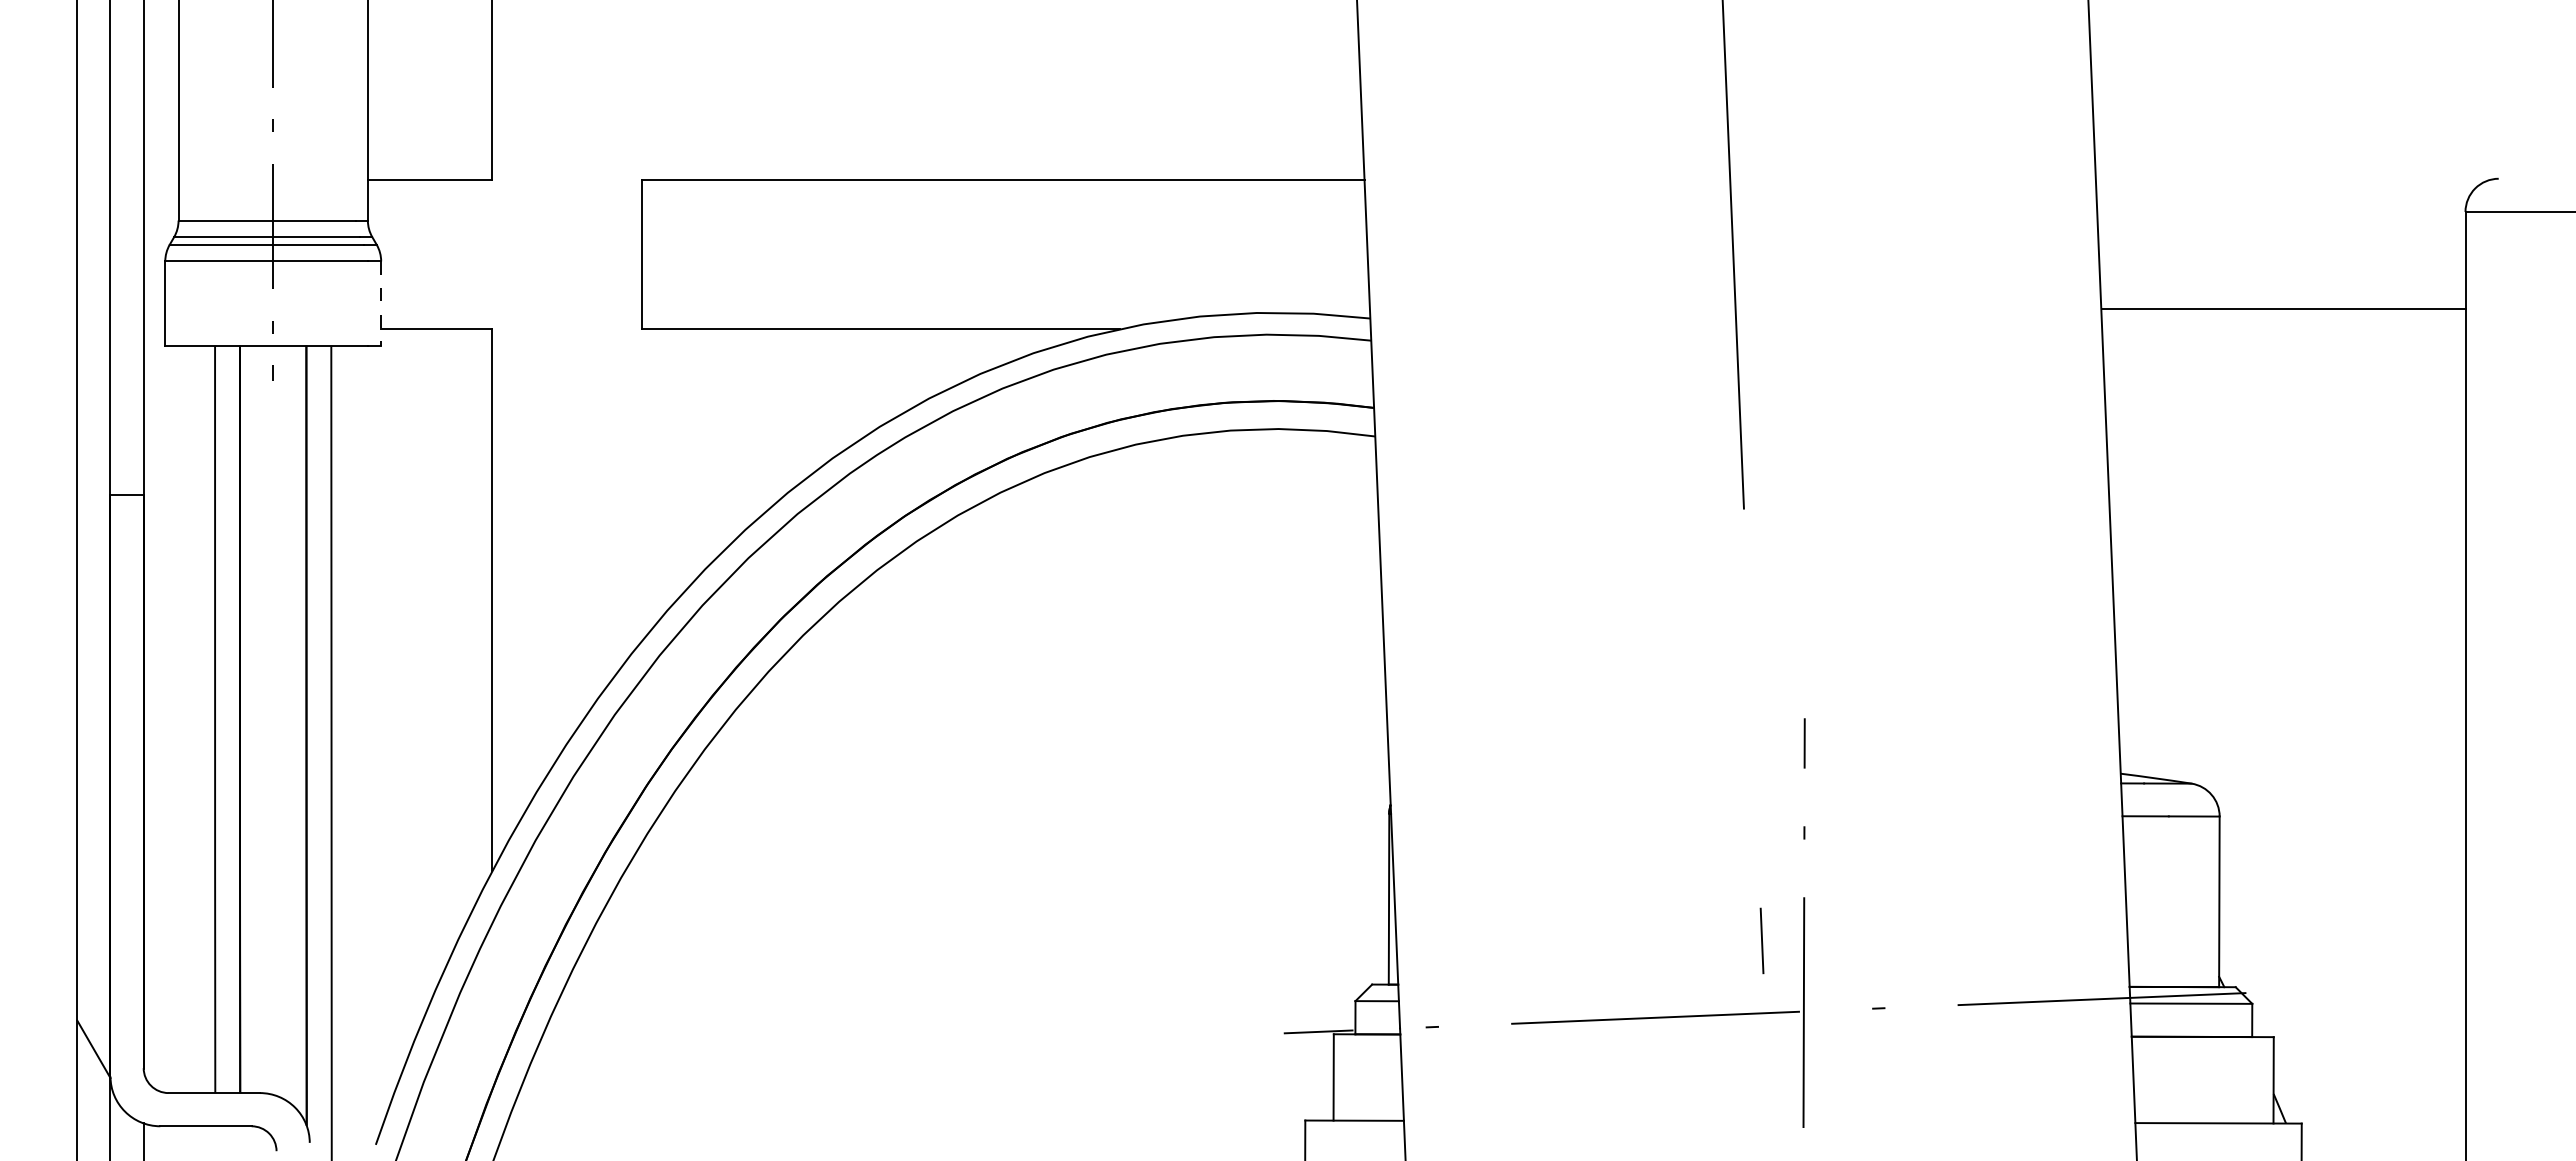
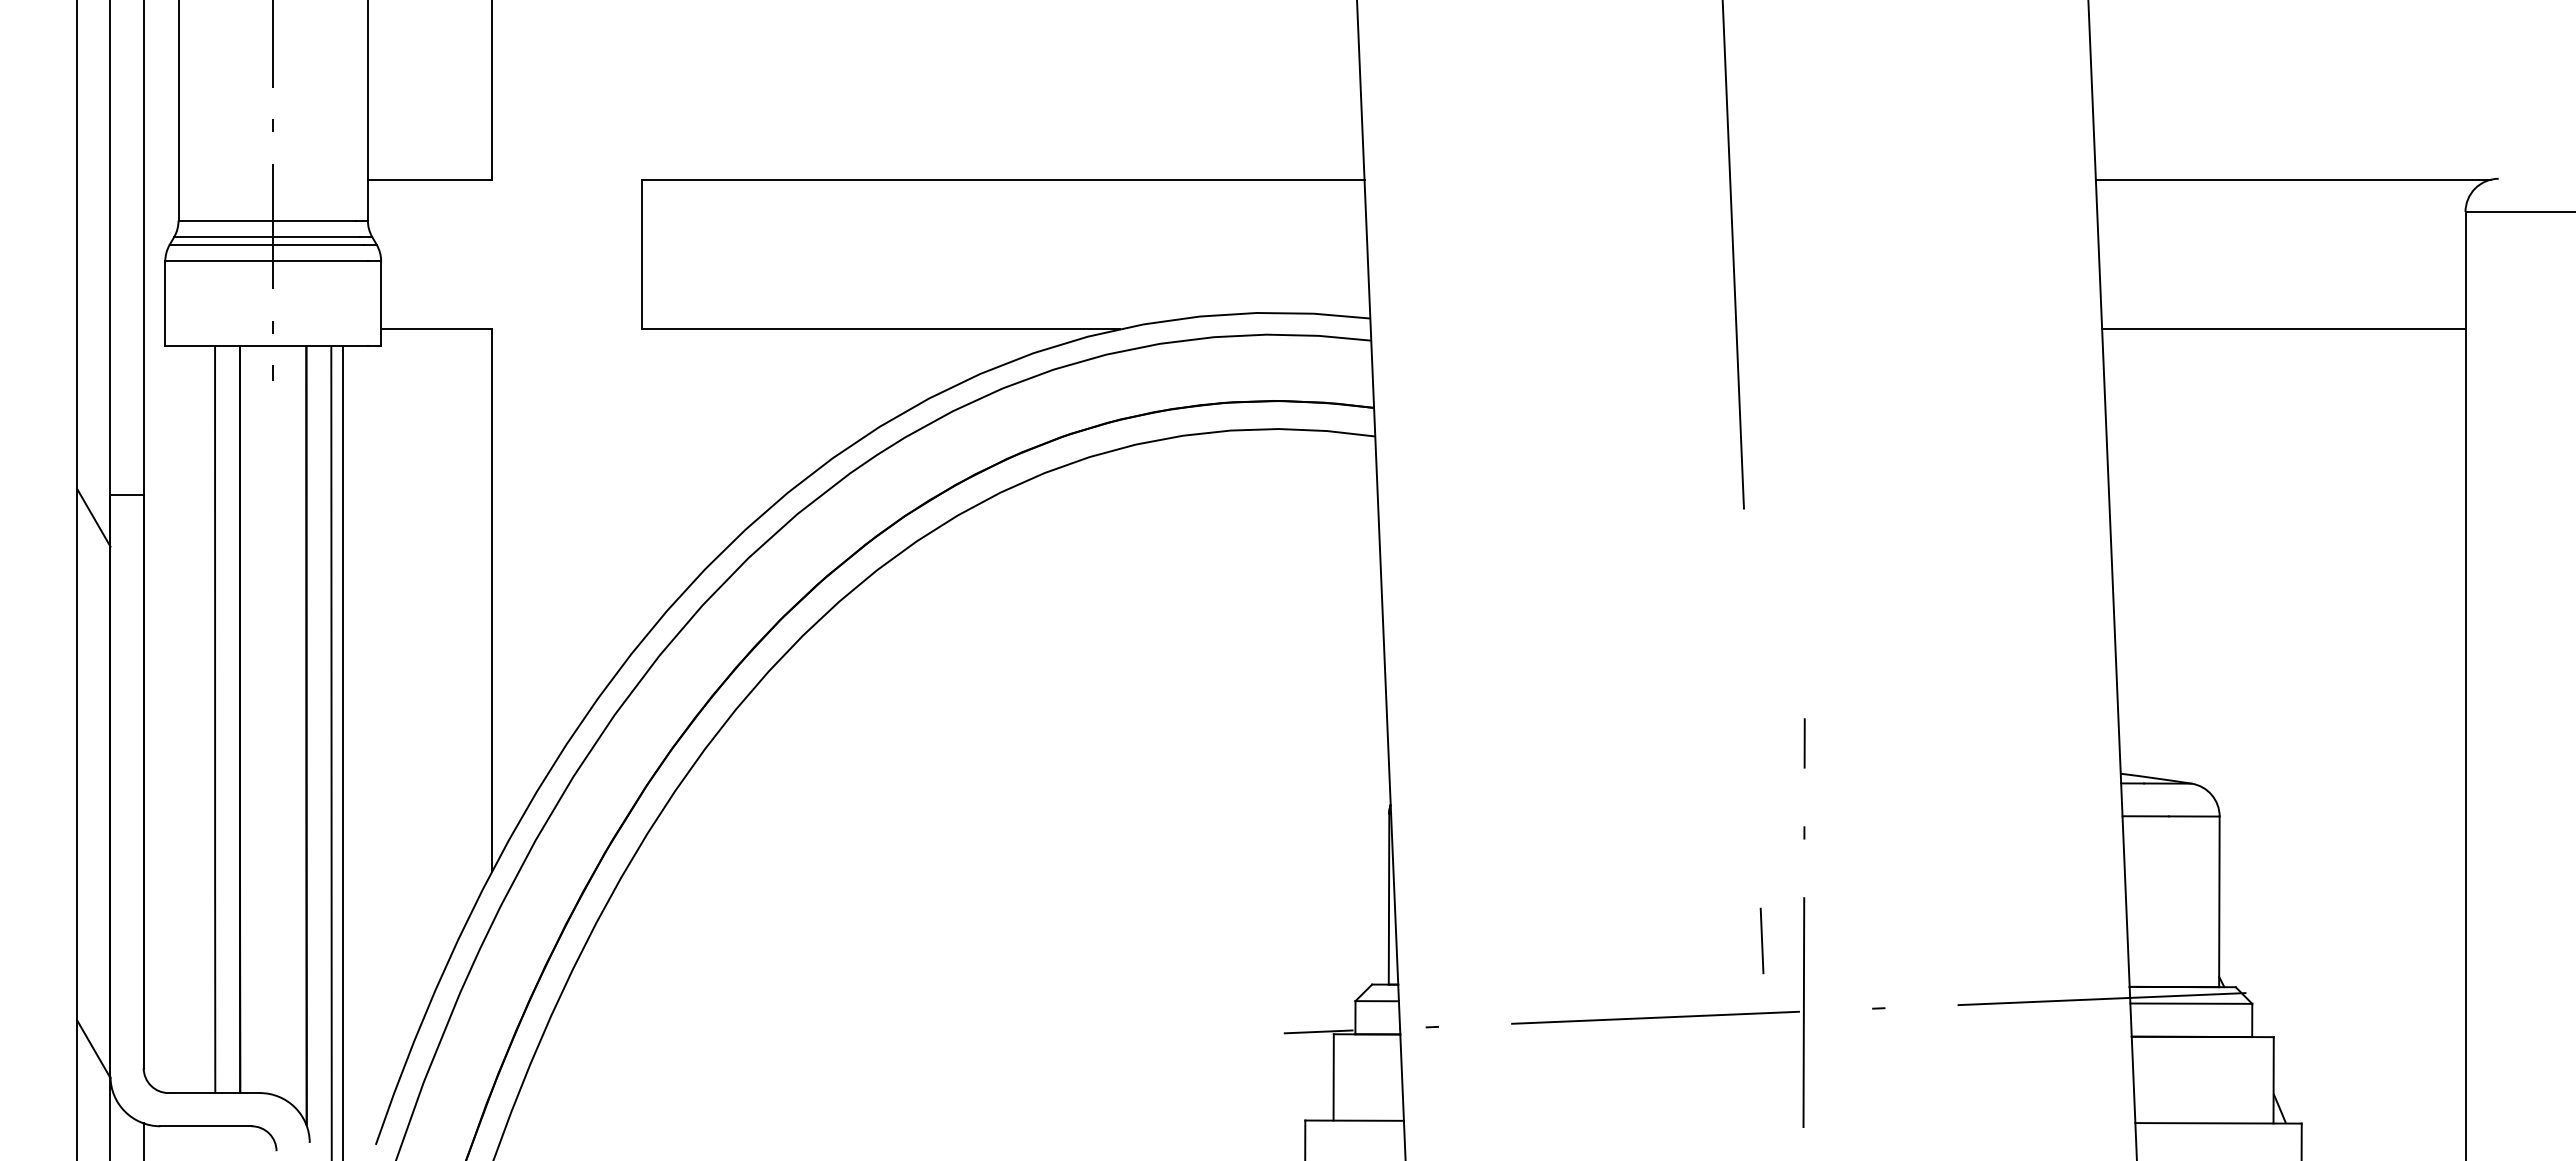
line at (2293, 179): none -> present
line at (381, 304): dashed -> solid
line at (2283, 309) position: (2283, 309) -> (2283, 329)
line at (93, 517): none -> present
line at (342, 751): none -> present
